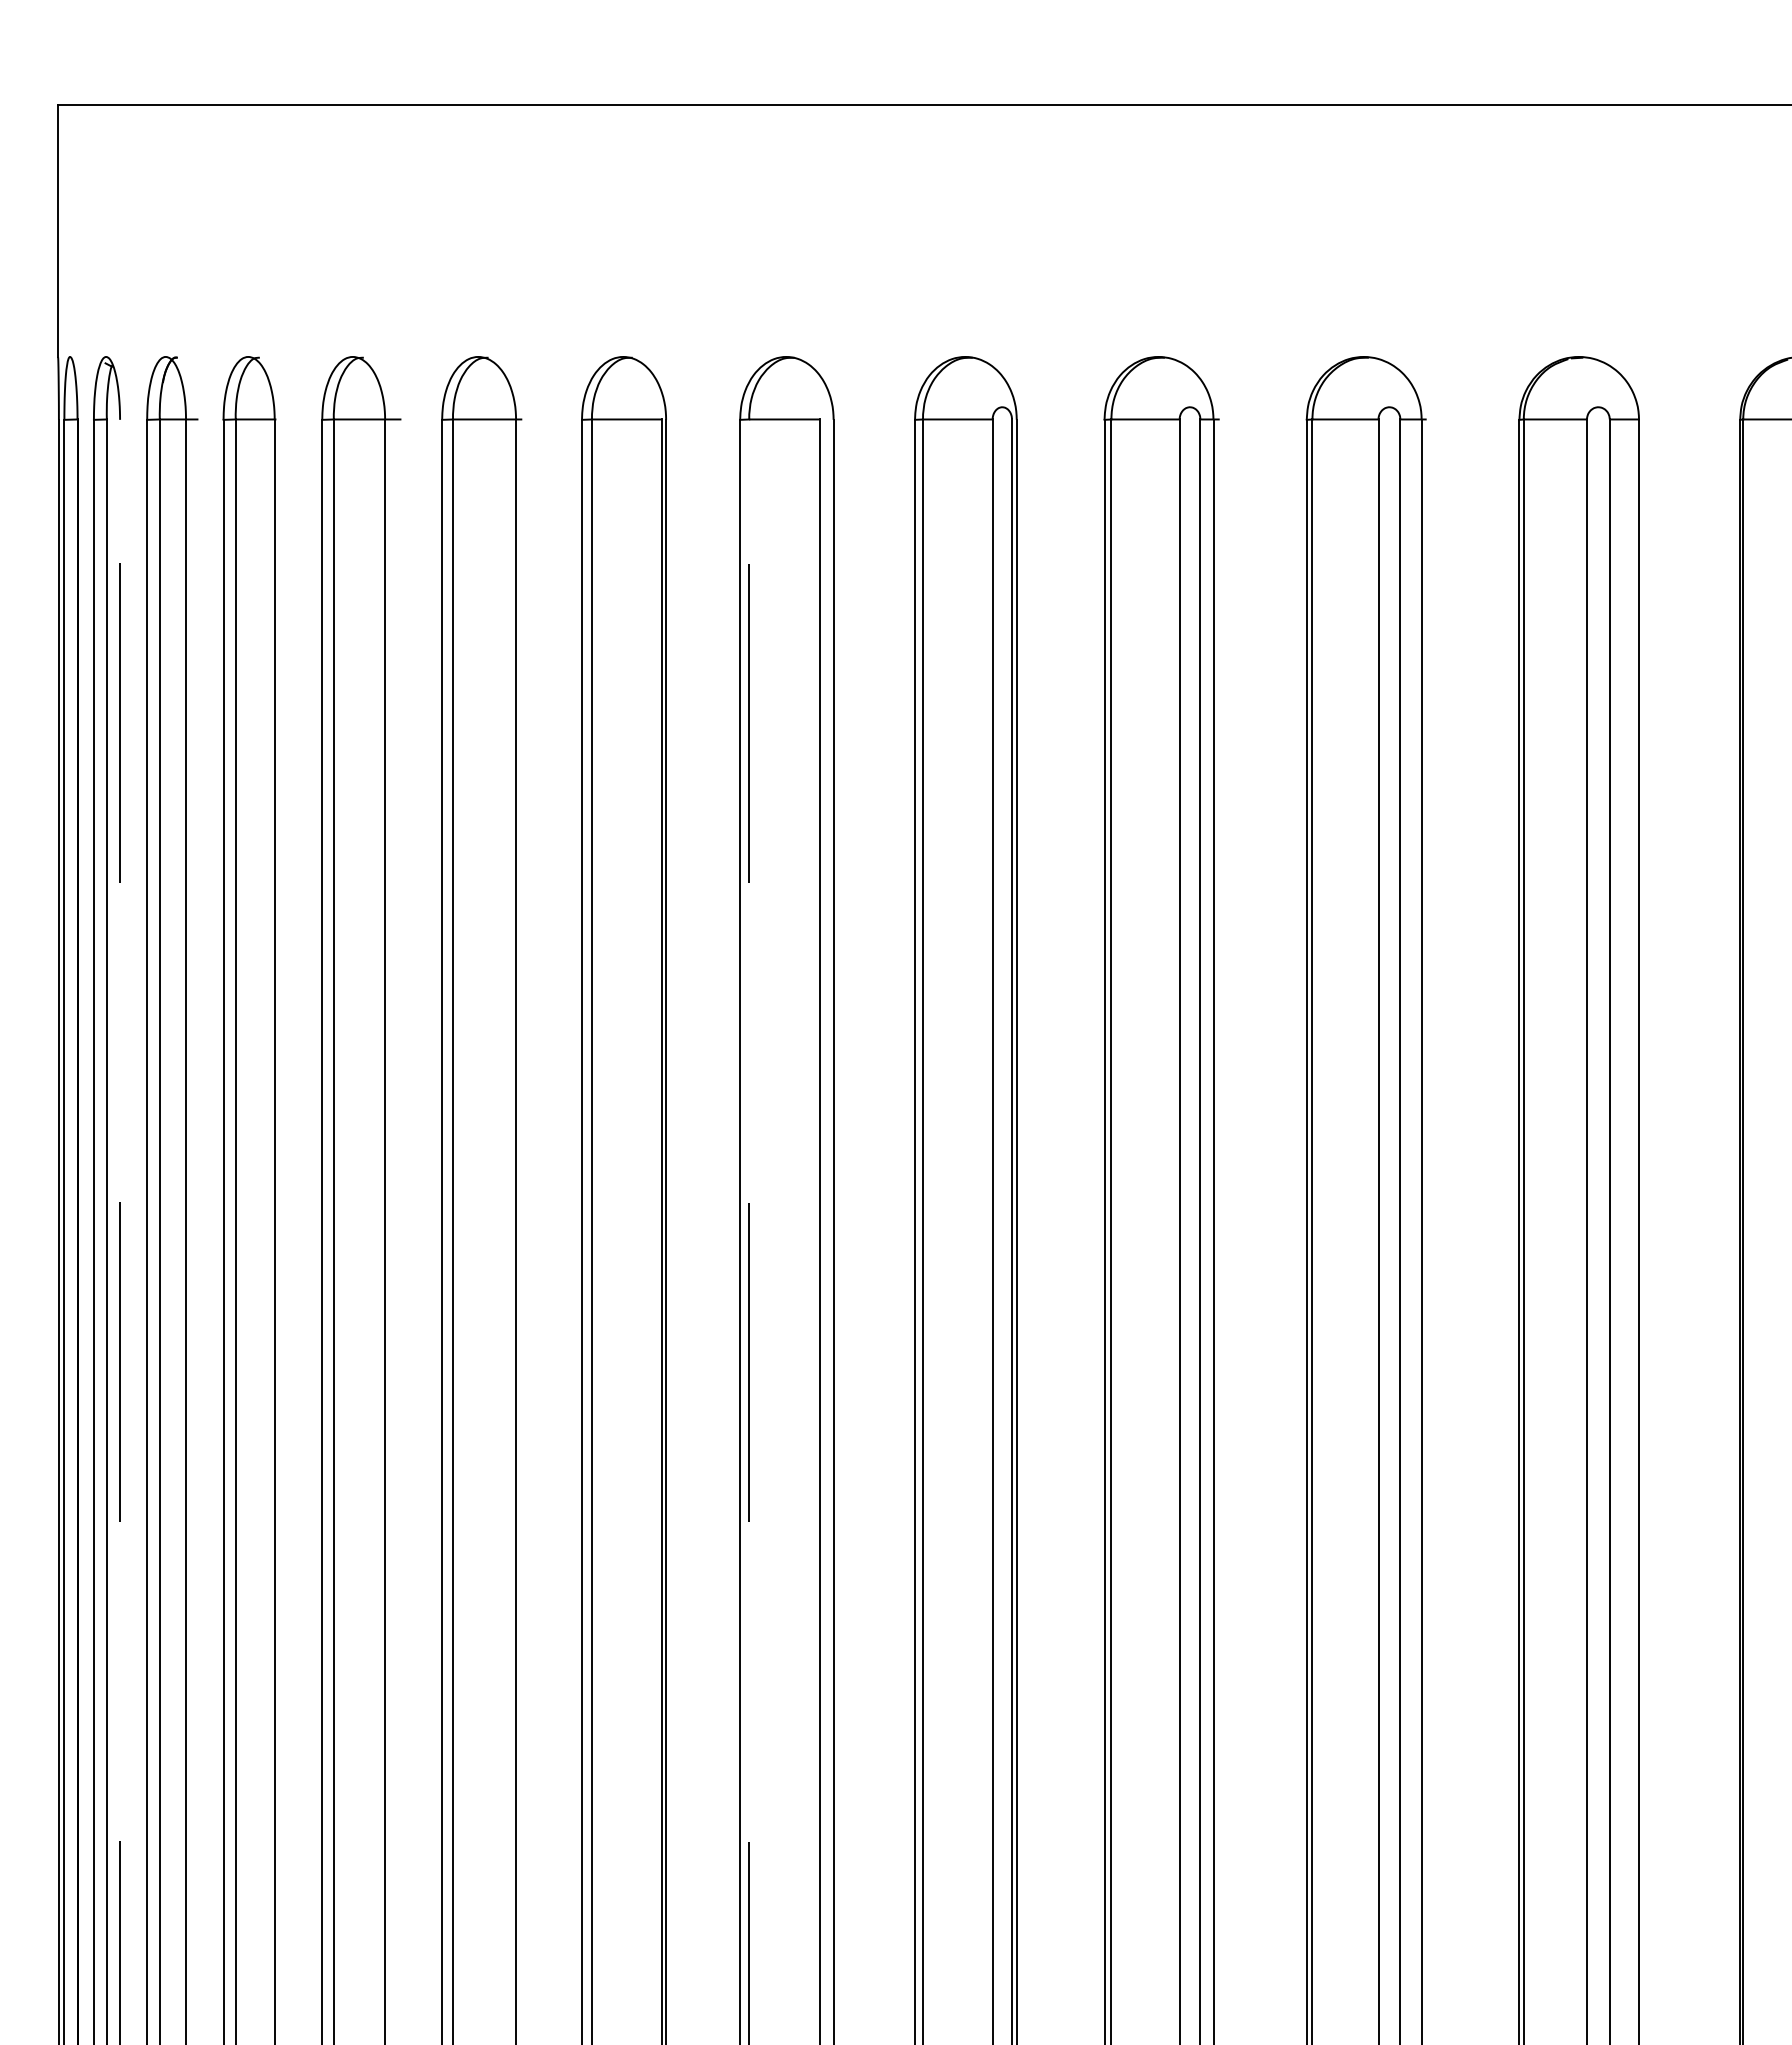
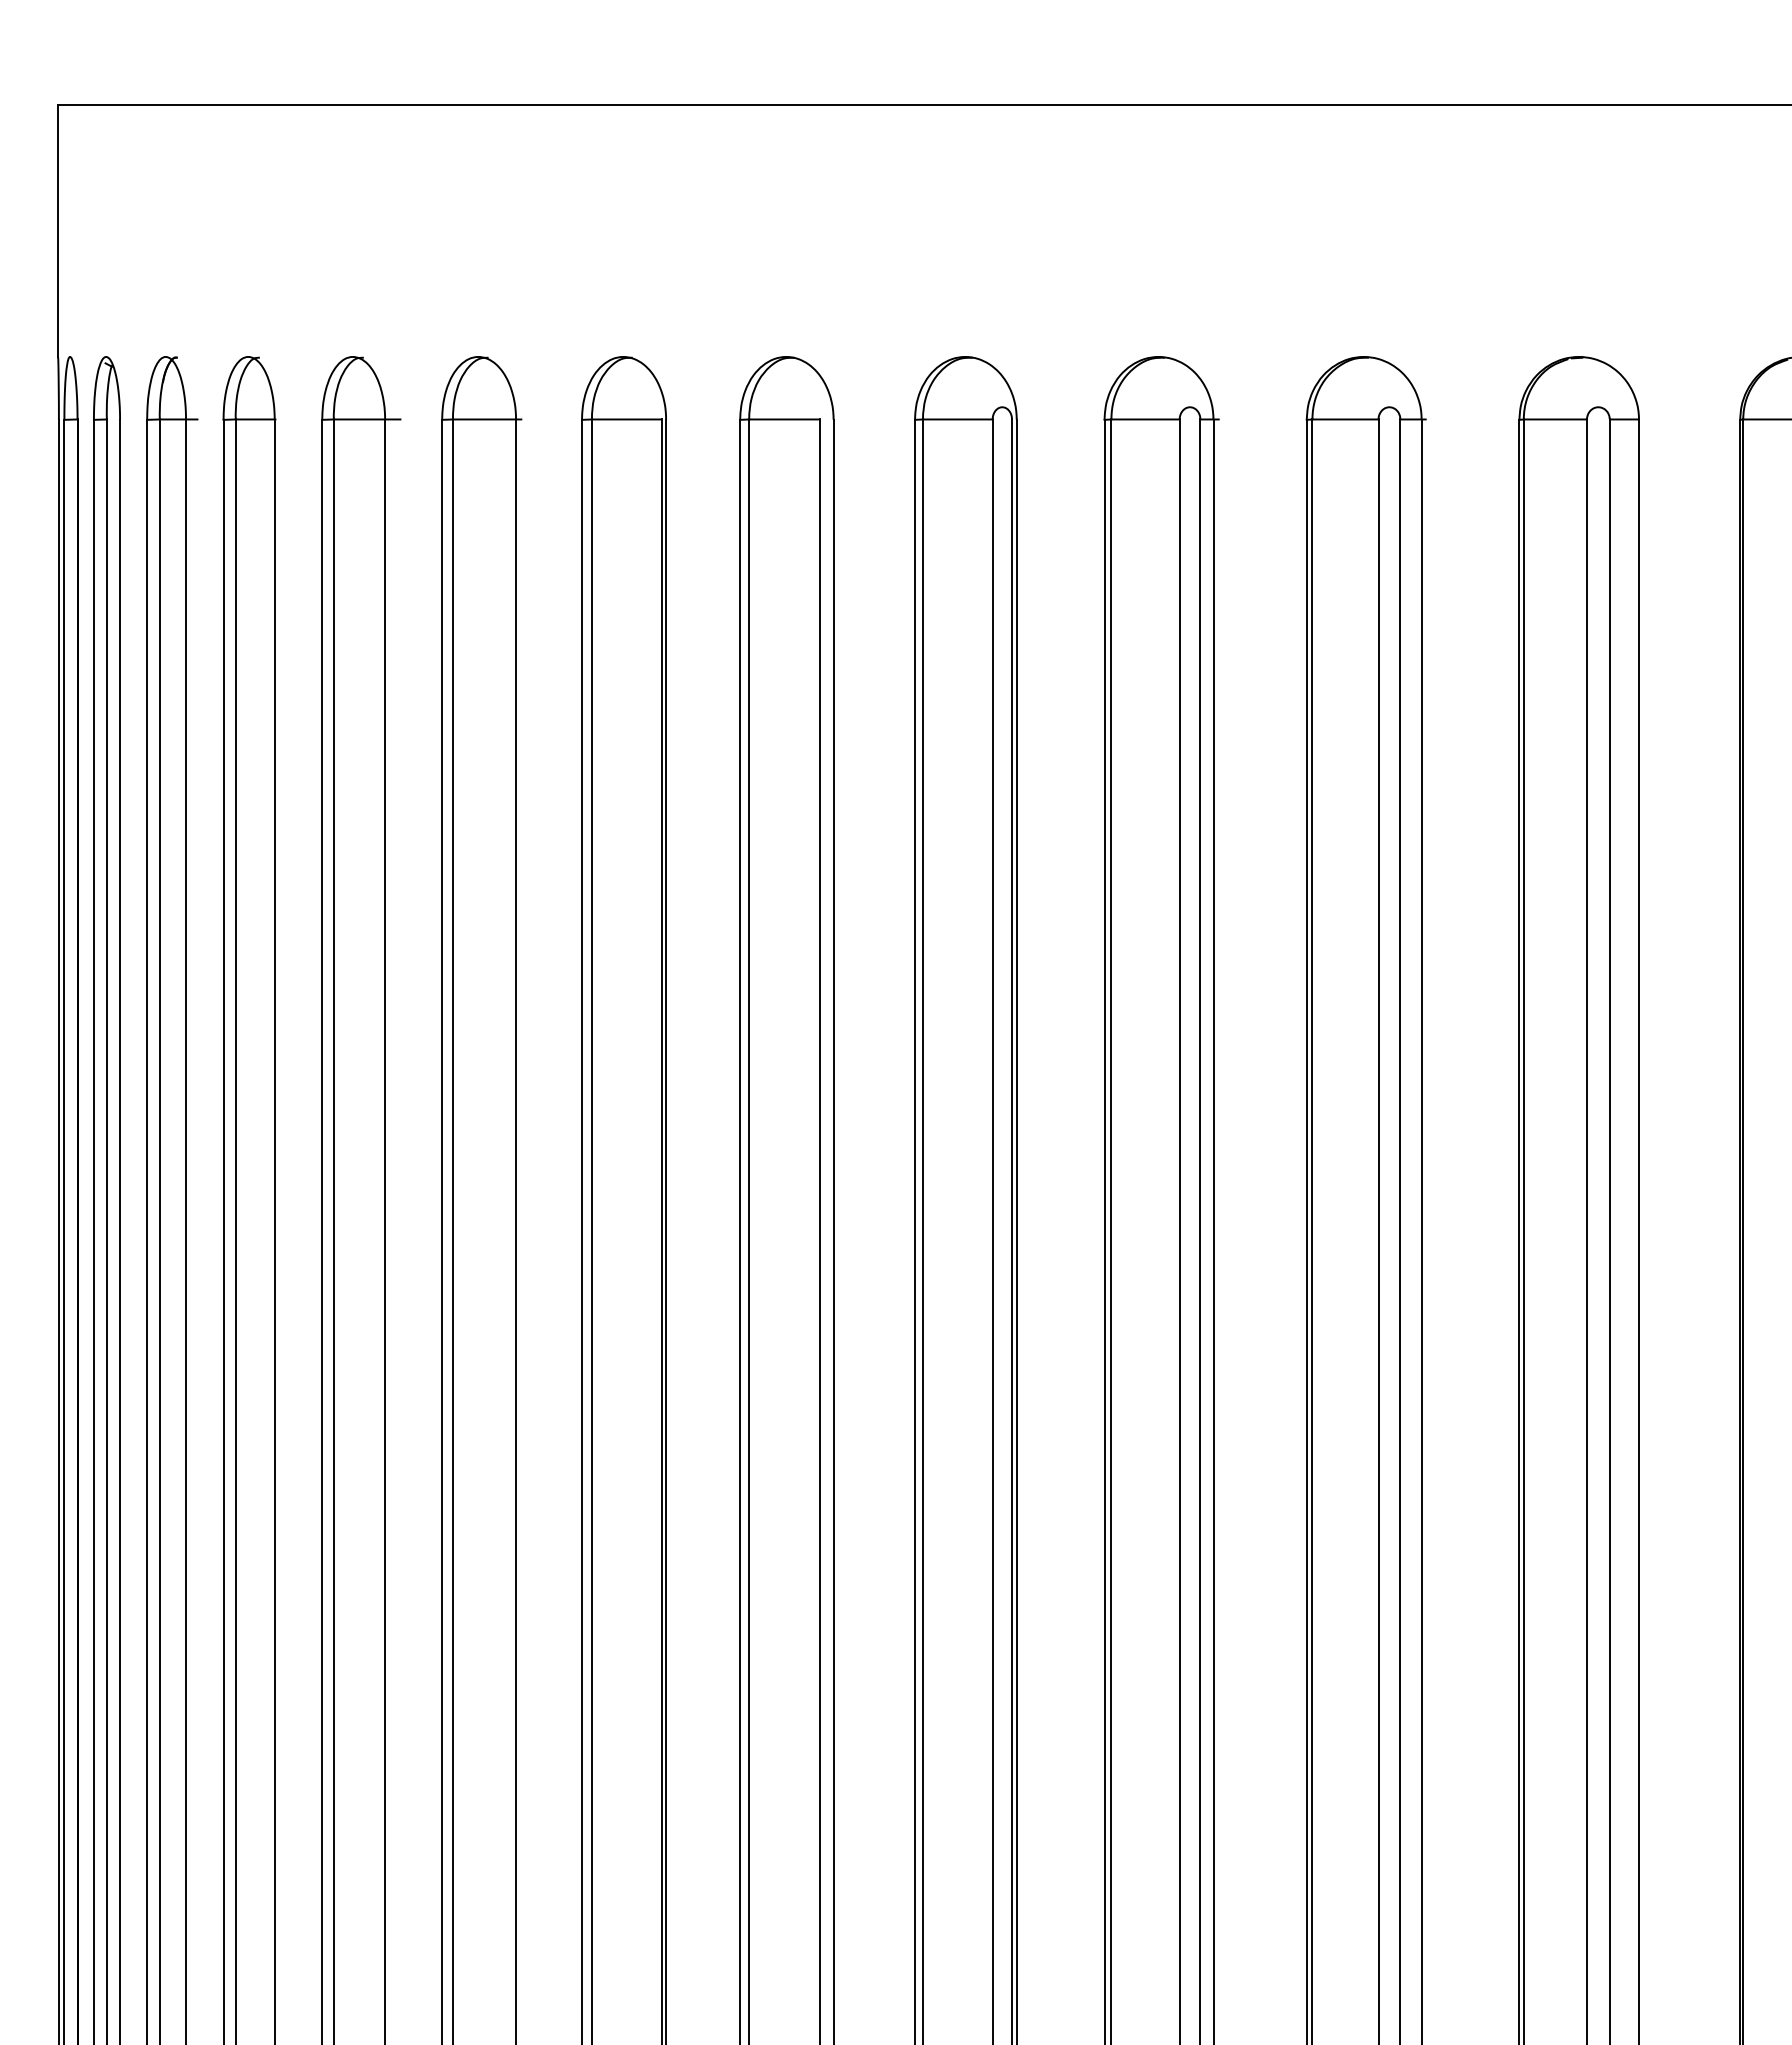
line at (120, 1231): dashed -> solid
line at (749, 1231): dashed -> solid
